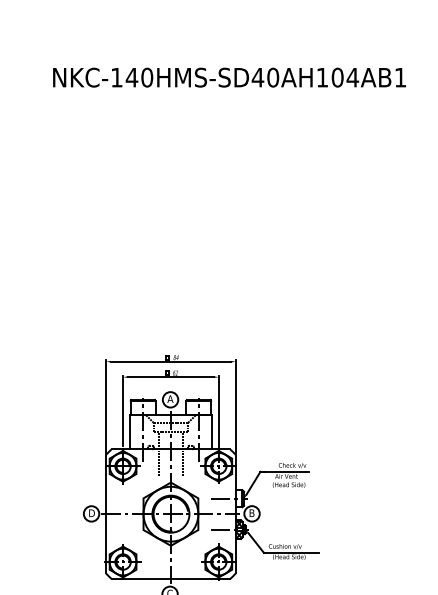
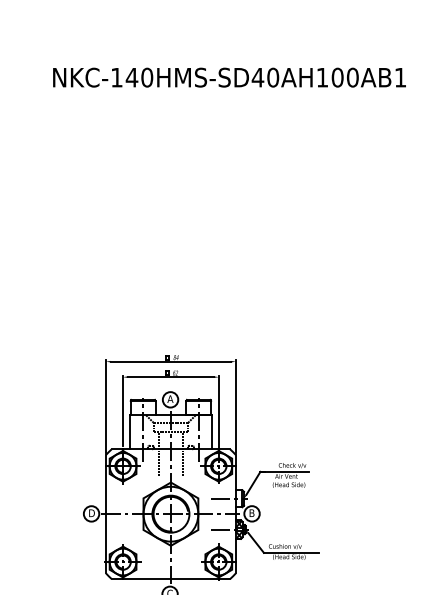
text at (352, 77): NKC-140HMS-SD40AH104AB1 -> NKC-140HMS-SD40AH100AB1
